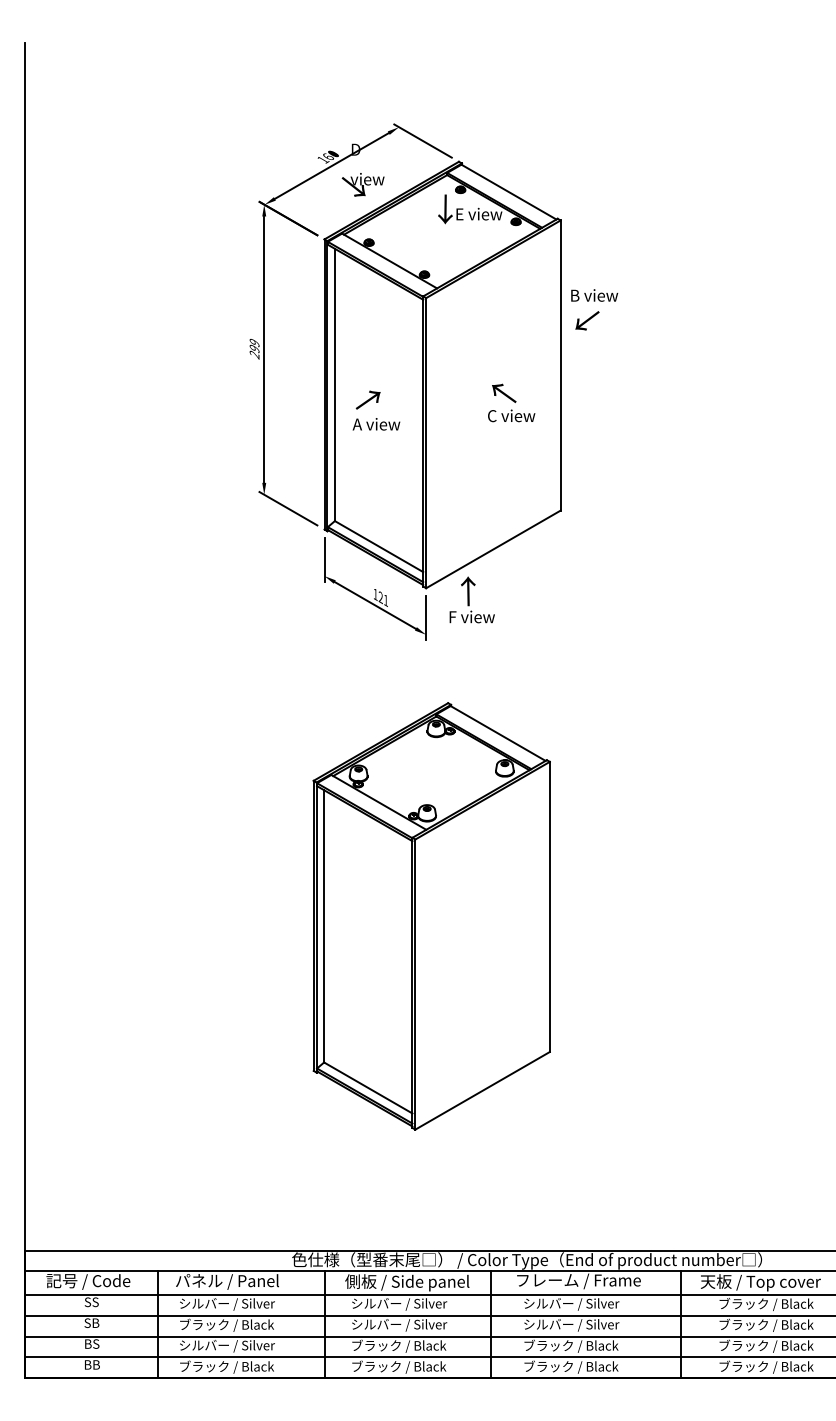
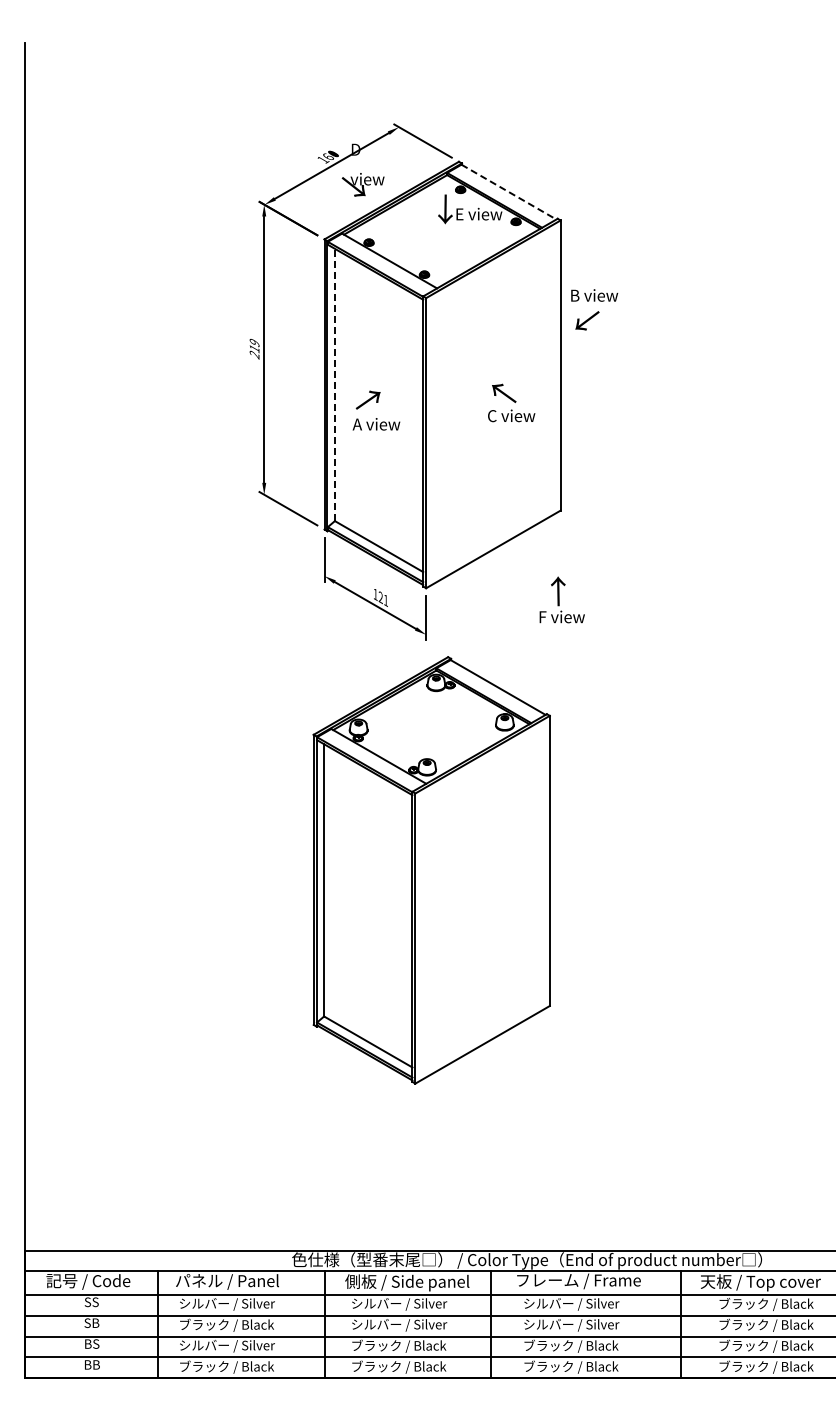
line at (508, 192): solid -> dashed
text at (254, 349): 299 -> 219
line at (334, 384): solid -> dashed
text at (471, 599) position: (471, 599) -> (561, 599)
part at (431, 916) position: (431, 916) -> (431, 870)
